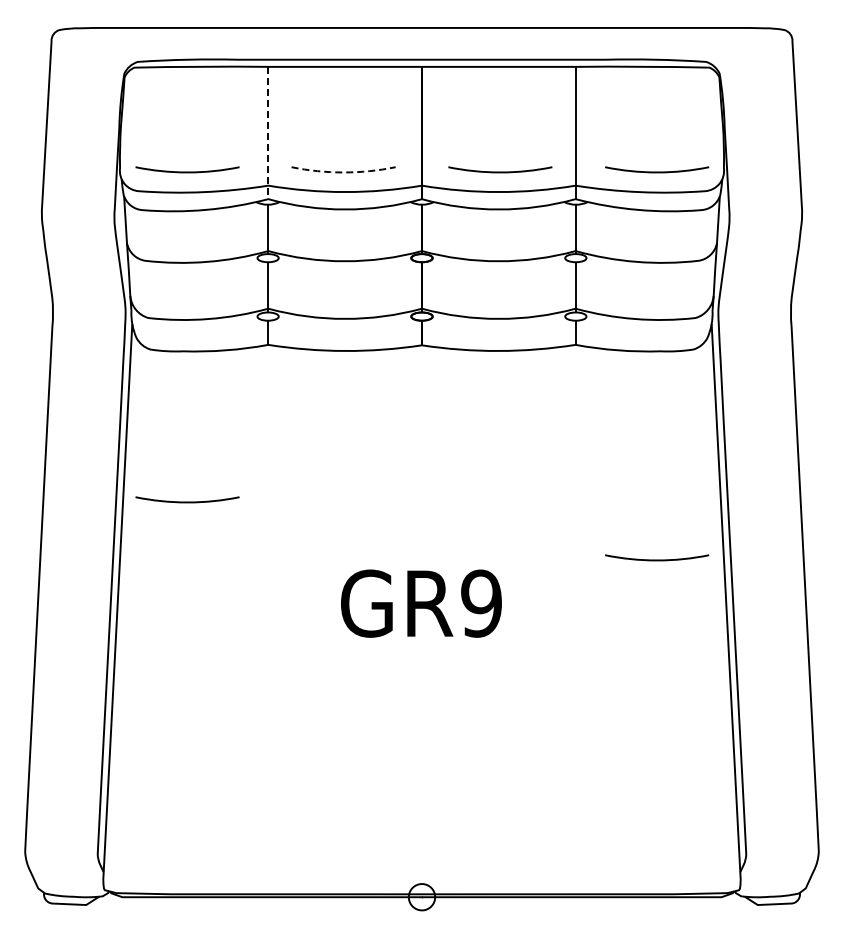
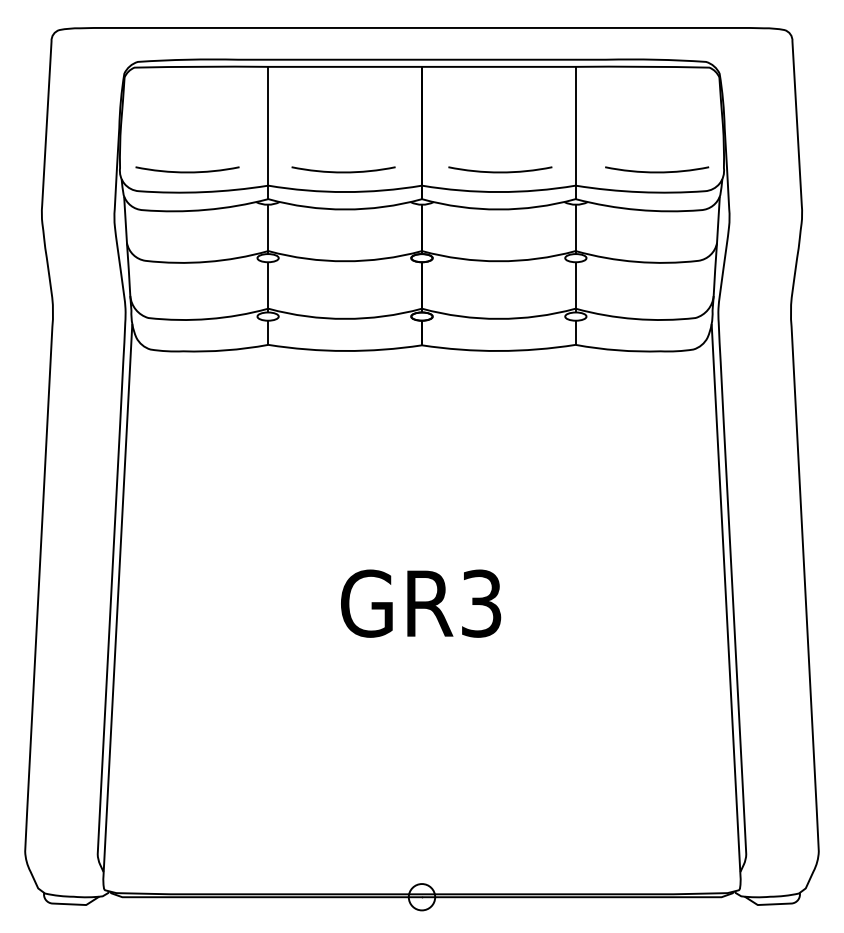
line at (268, 133): dashed -> solid
line at (343, 172): dashed -> solid
curve at (187, 501): present -> none
curve at (657, 559): present -> none
text at (481, 603): GR9 -> GR3
